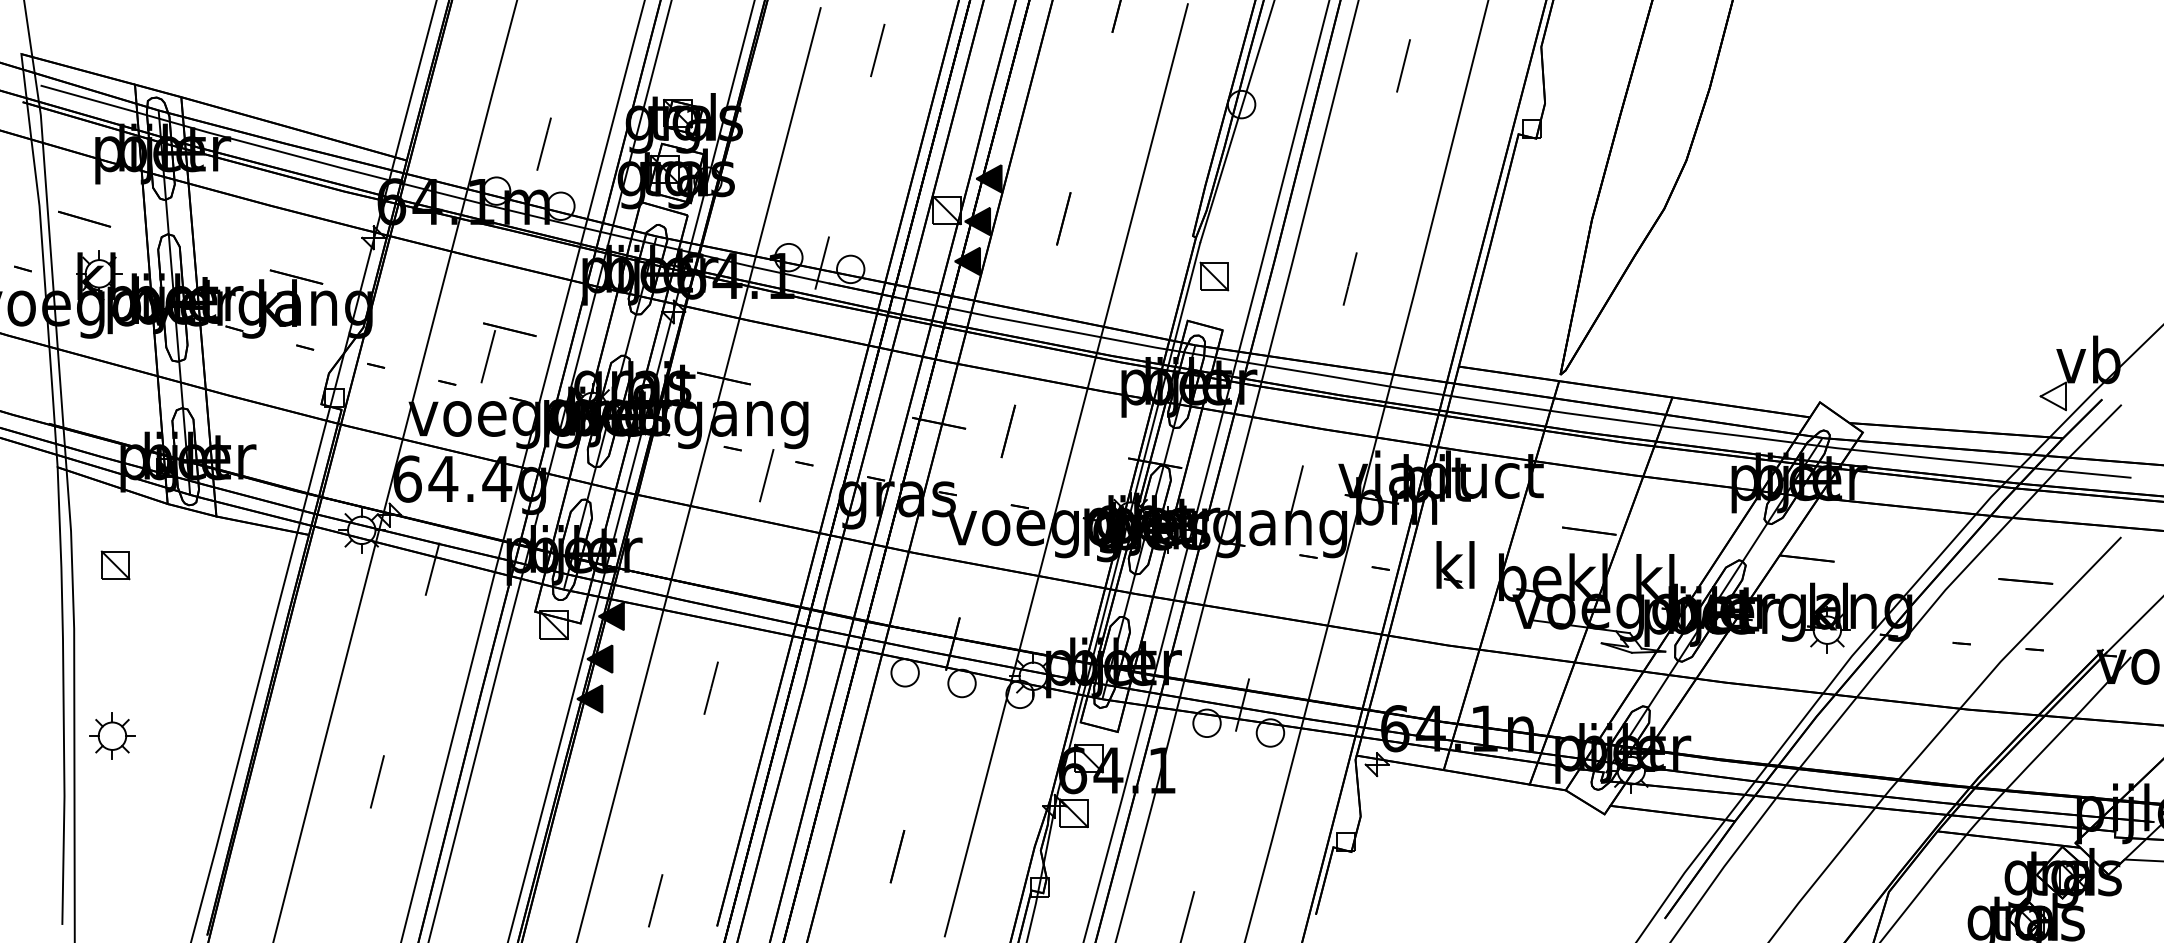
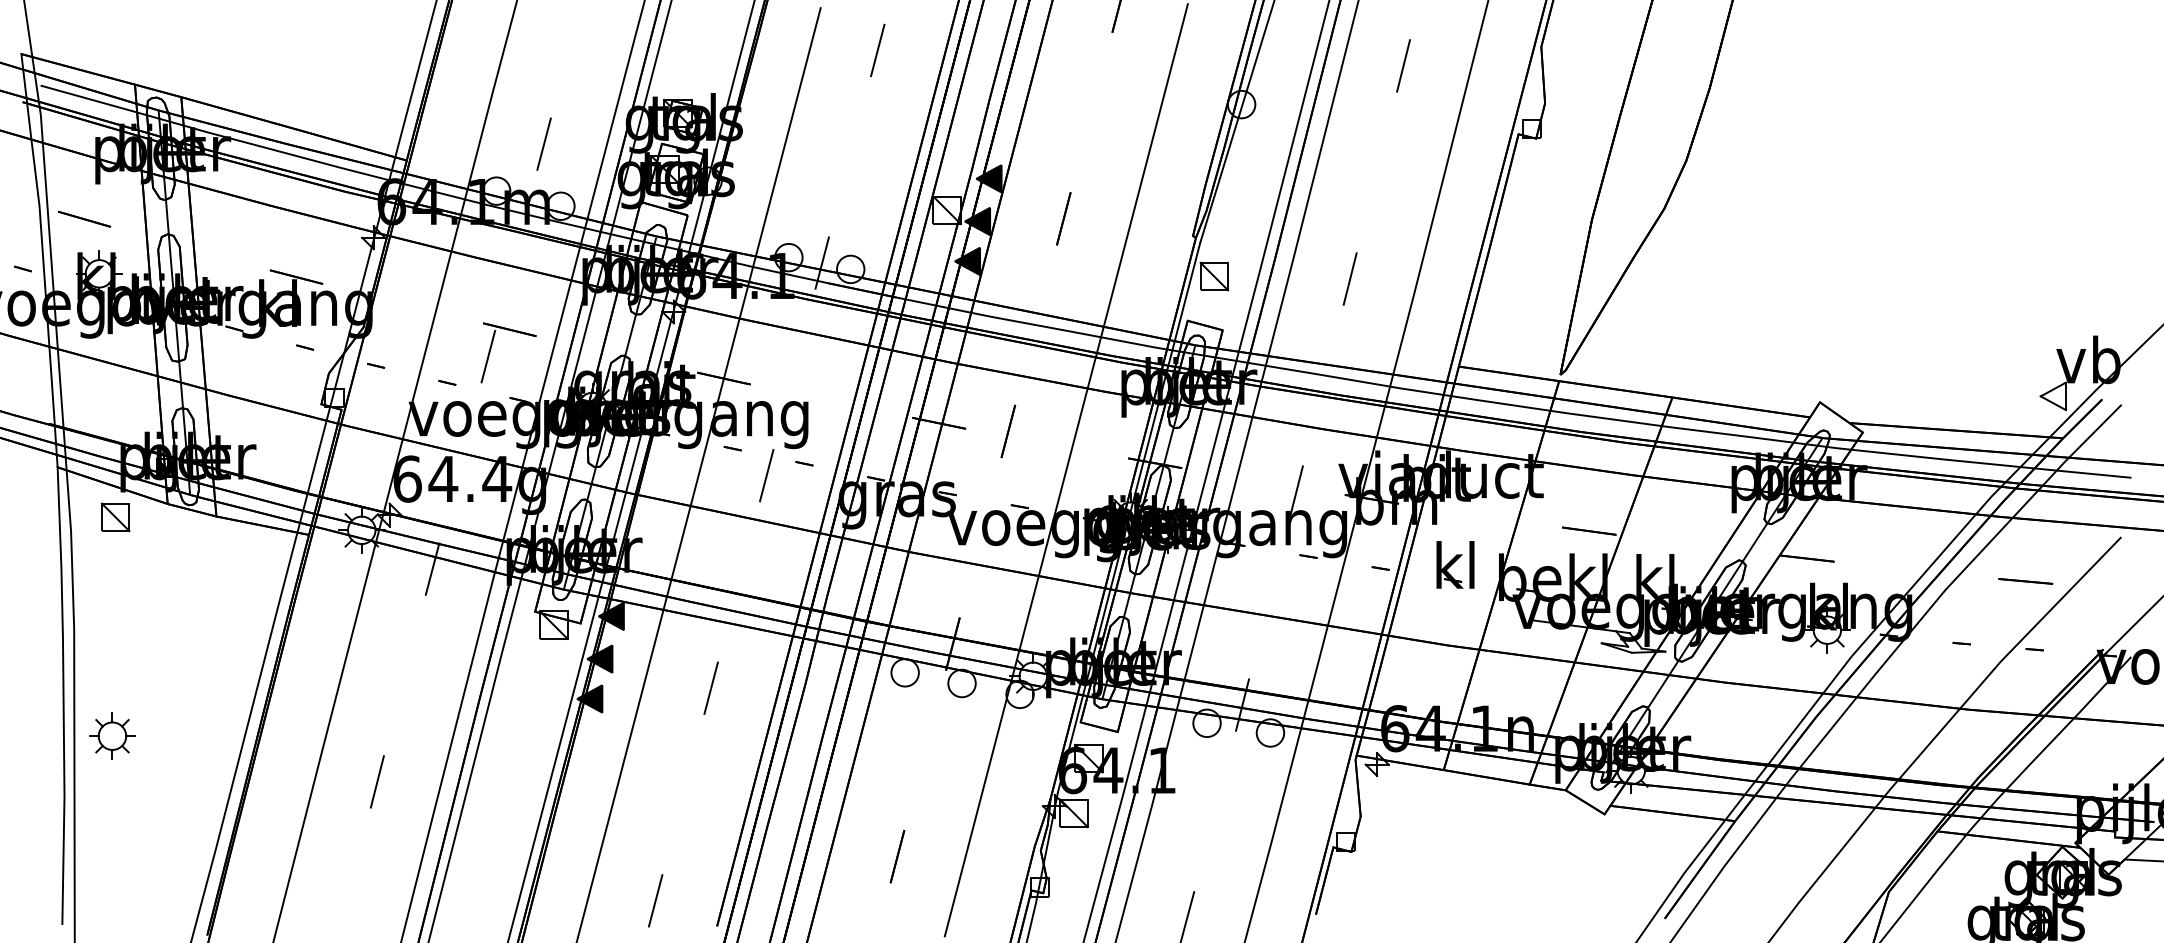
part at (115, 565) position: (115, 565) -> (115, 517)
